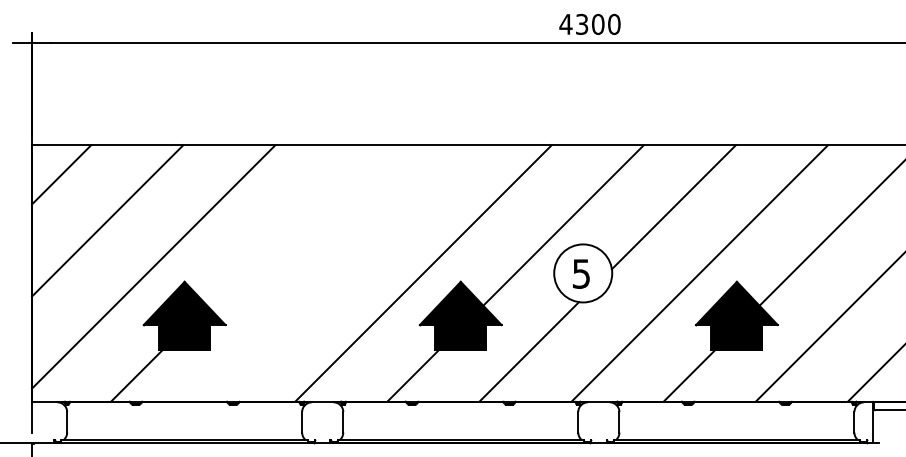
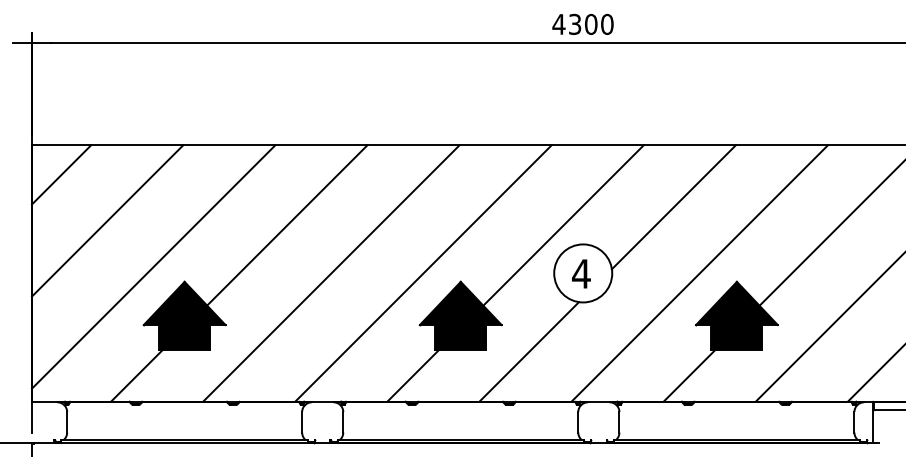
text at (589, 23) position: (589, 23) -> (582, 23)
line at (287, 225): none -> present
line at (331, 273): none -> present
text at (581, 273): 5 -> 4
